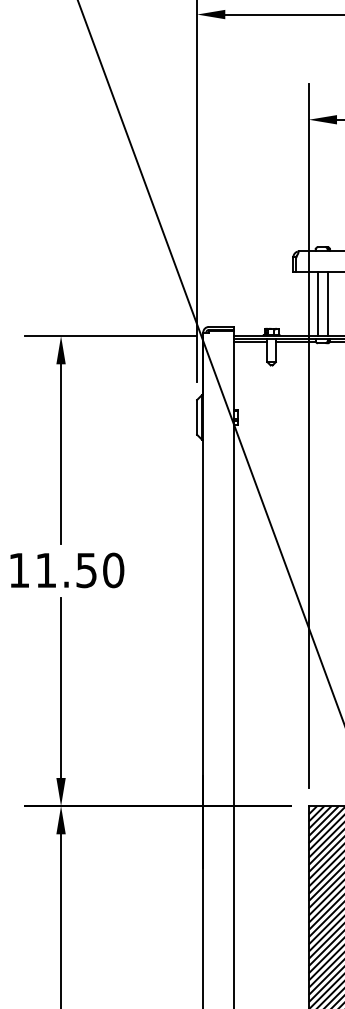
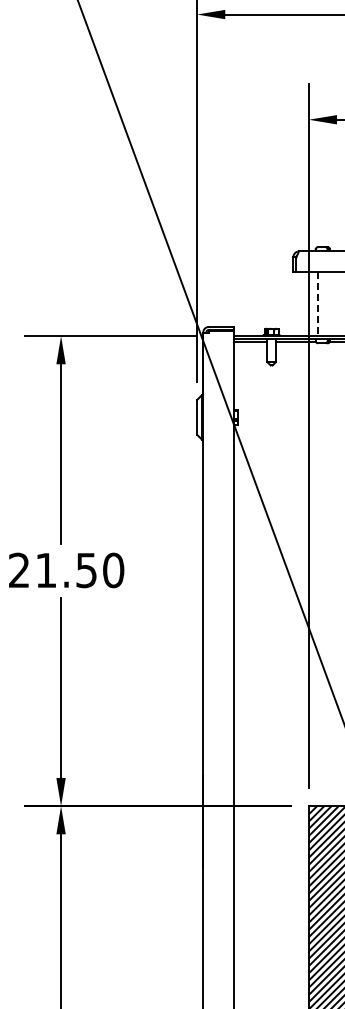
line at (327, 303): present -> none
line at (317, 304): solid -> dashed
text at (18, 569): 11.50 -> 21.50
